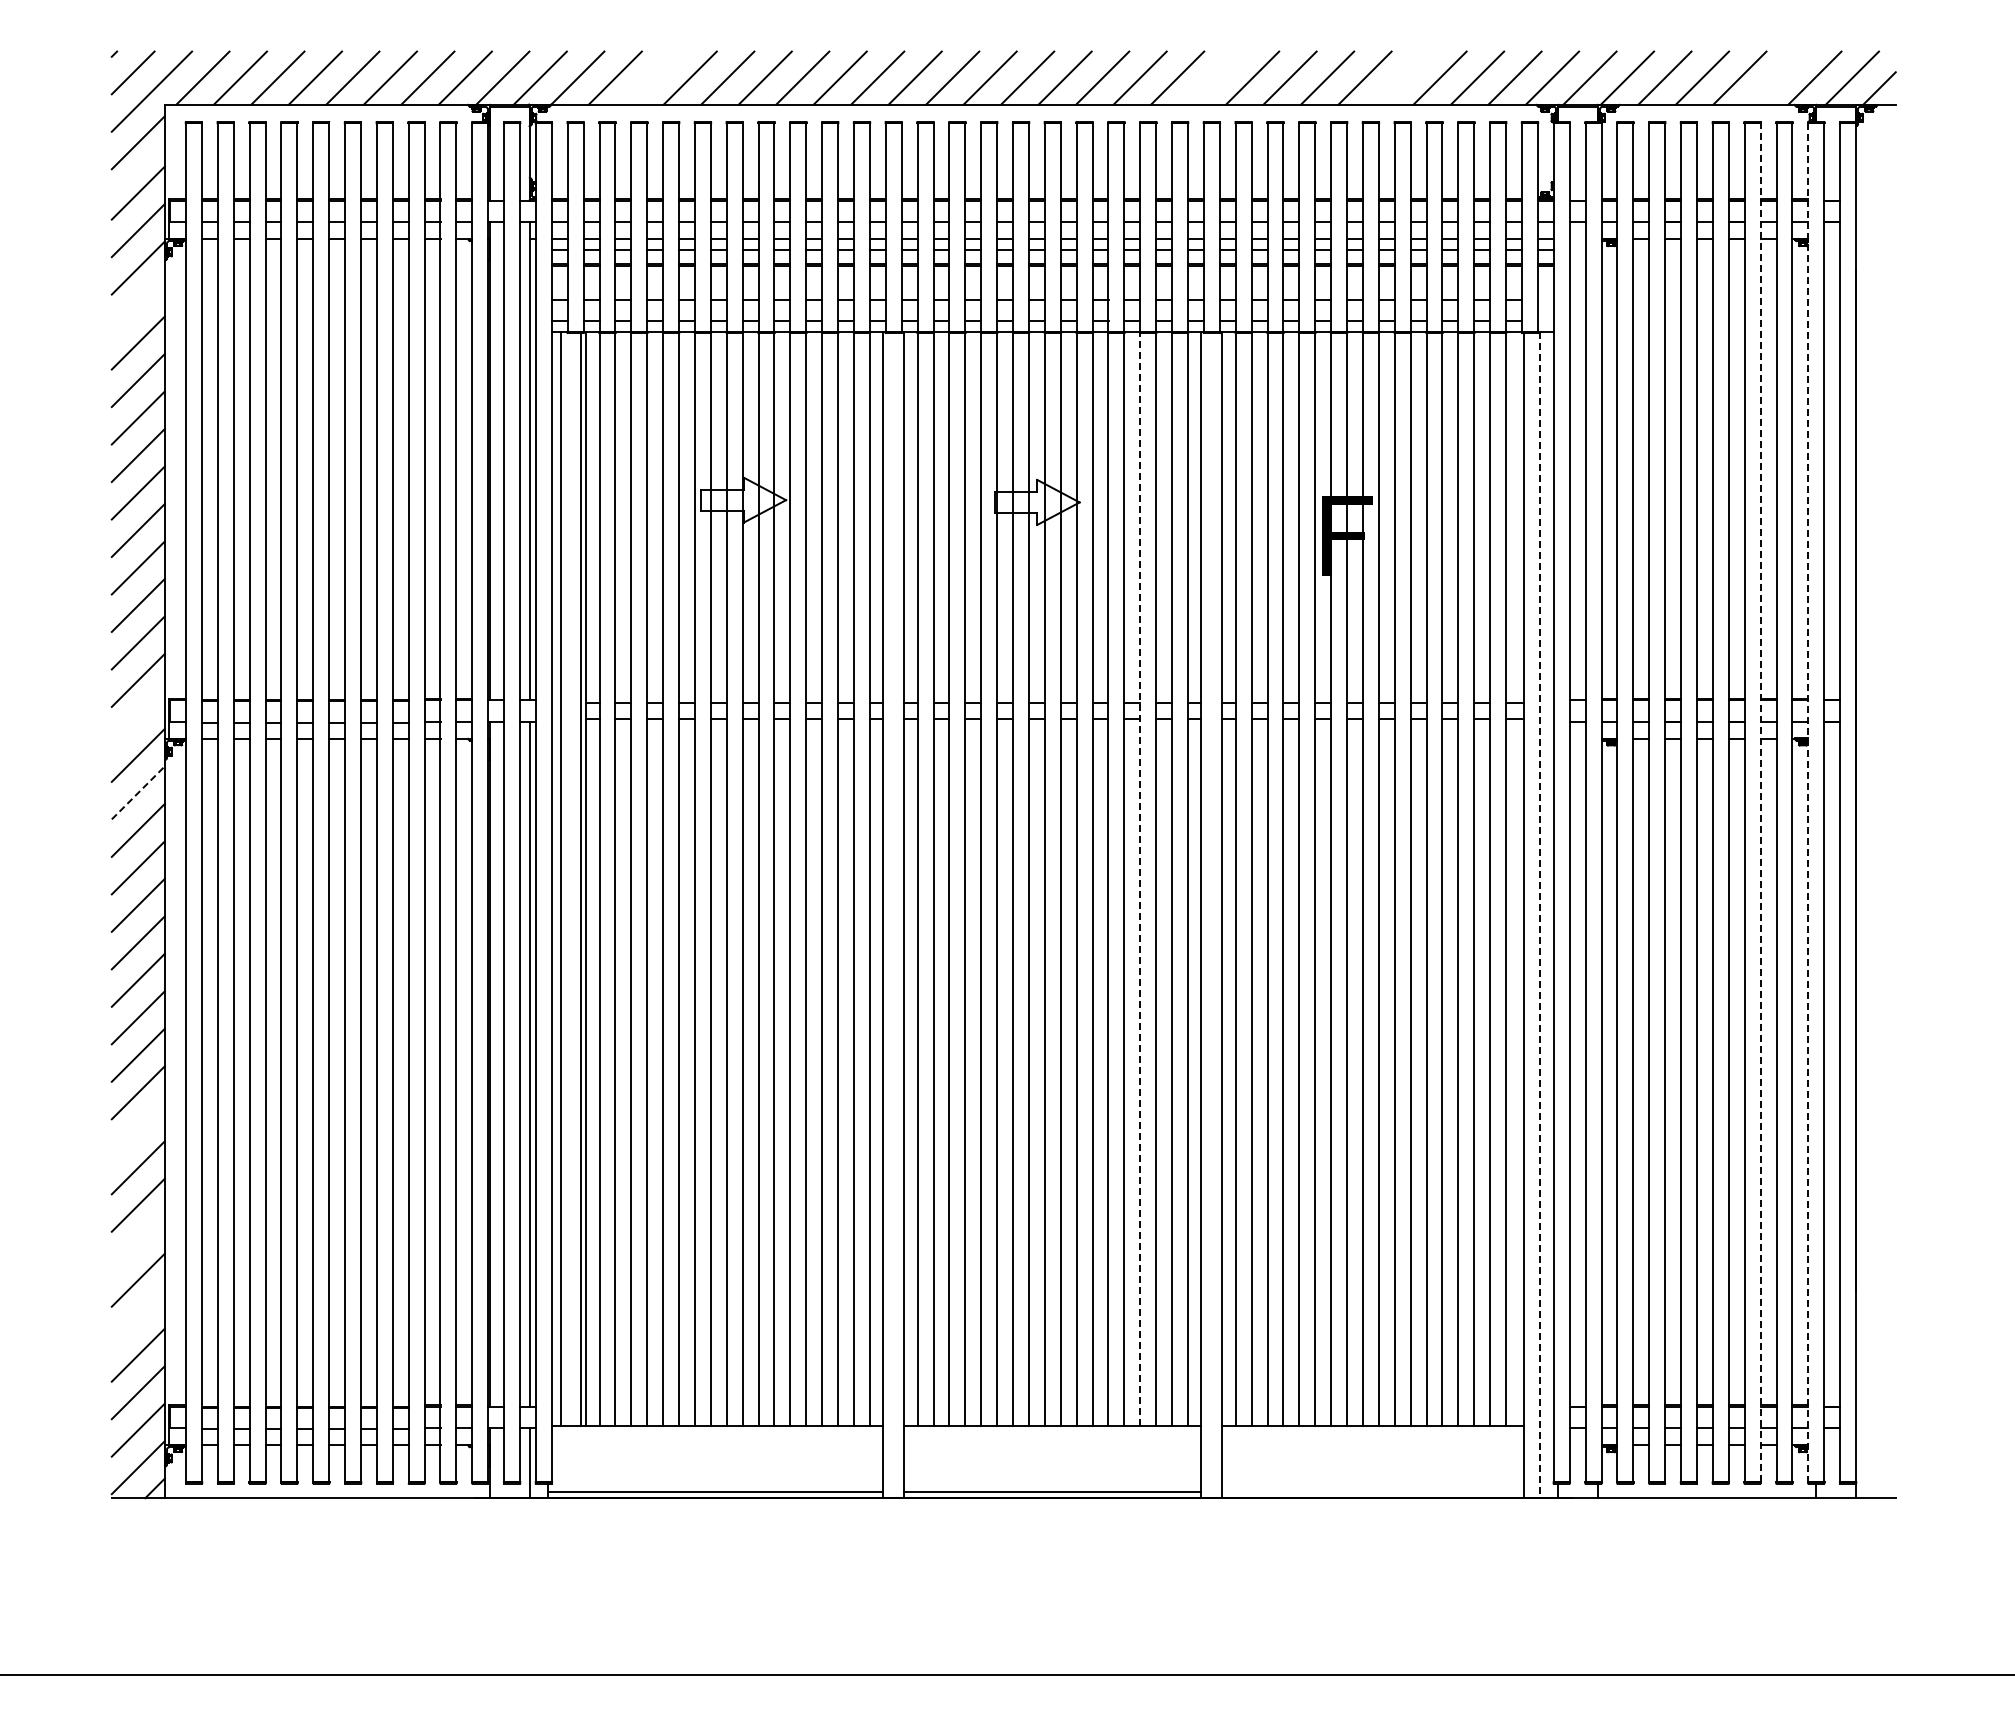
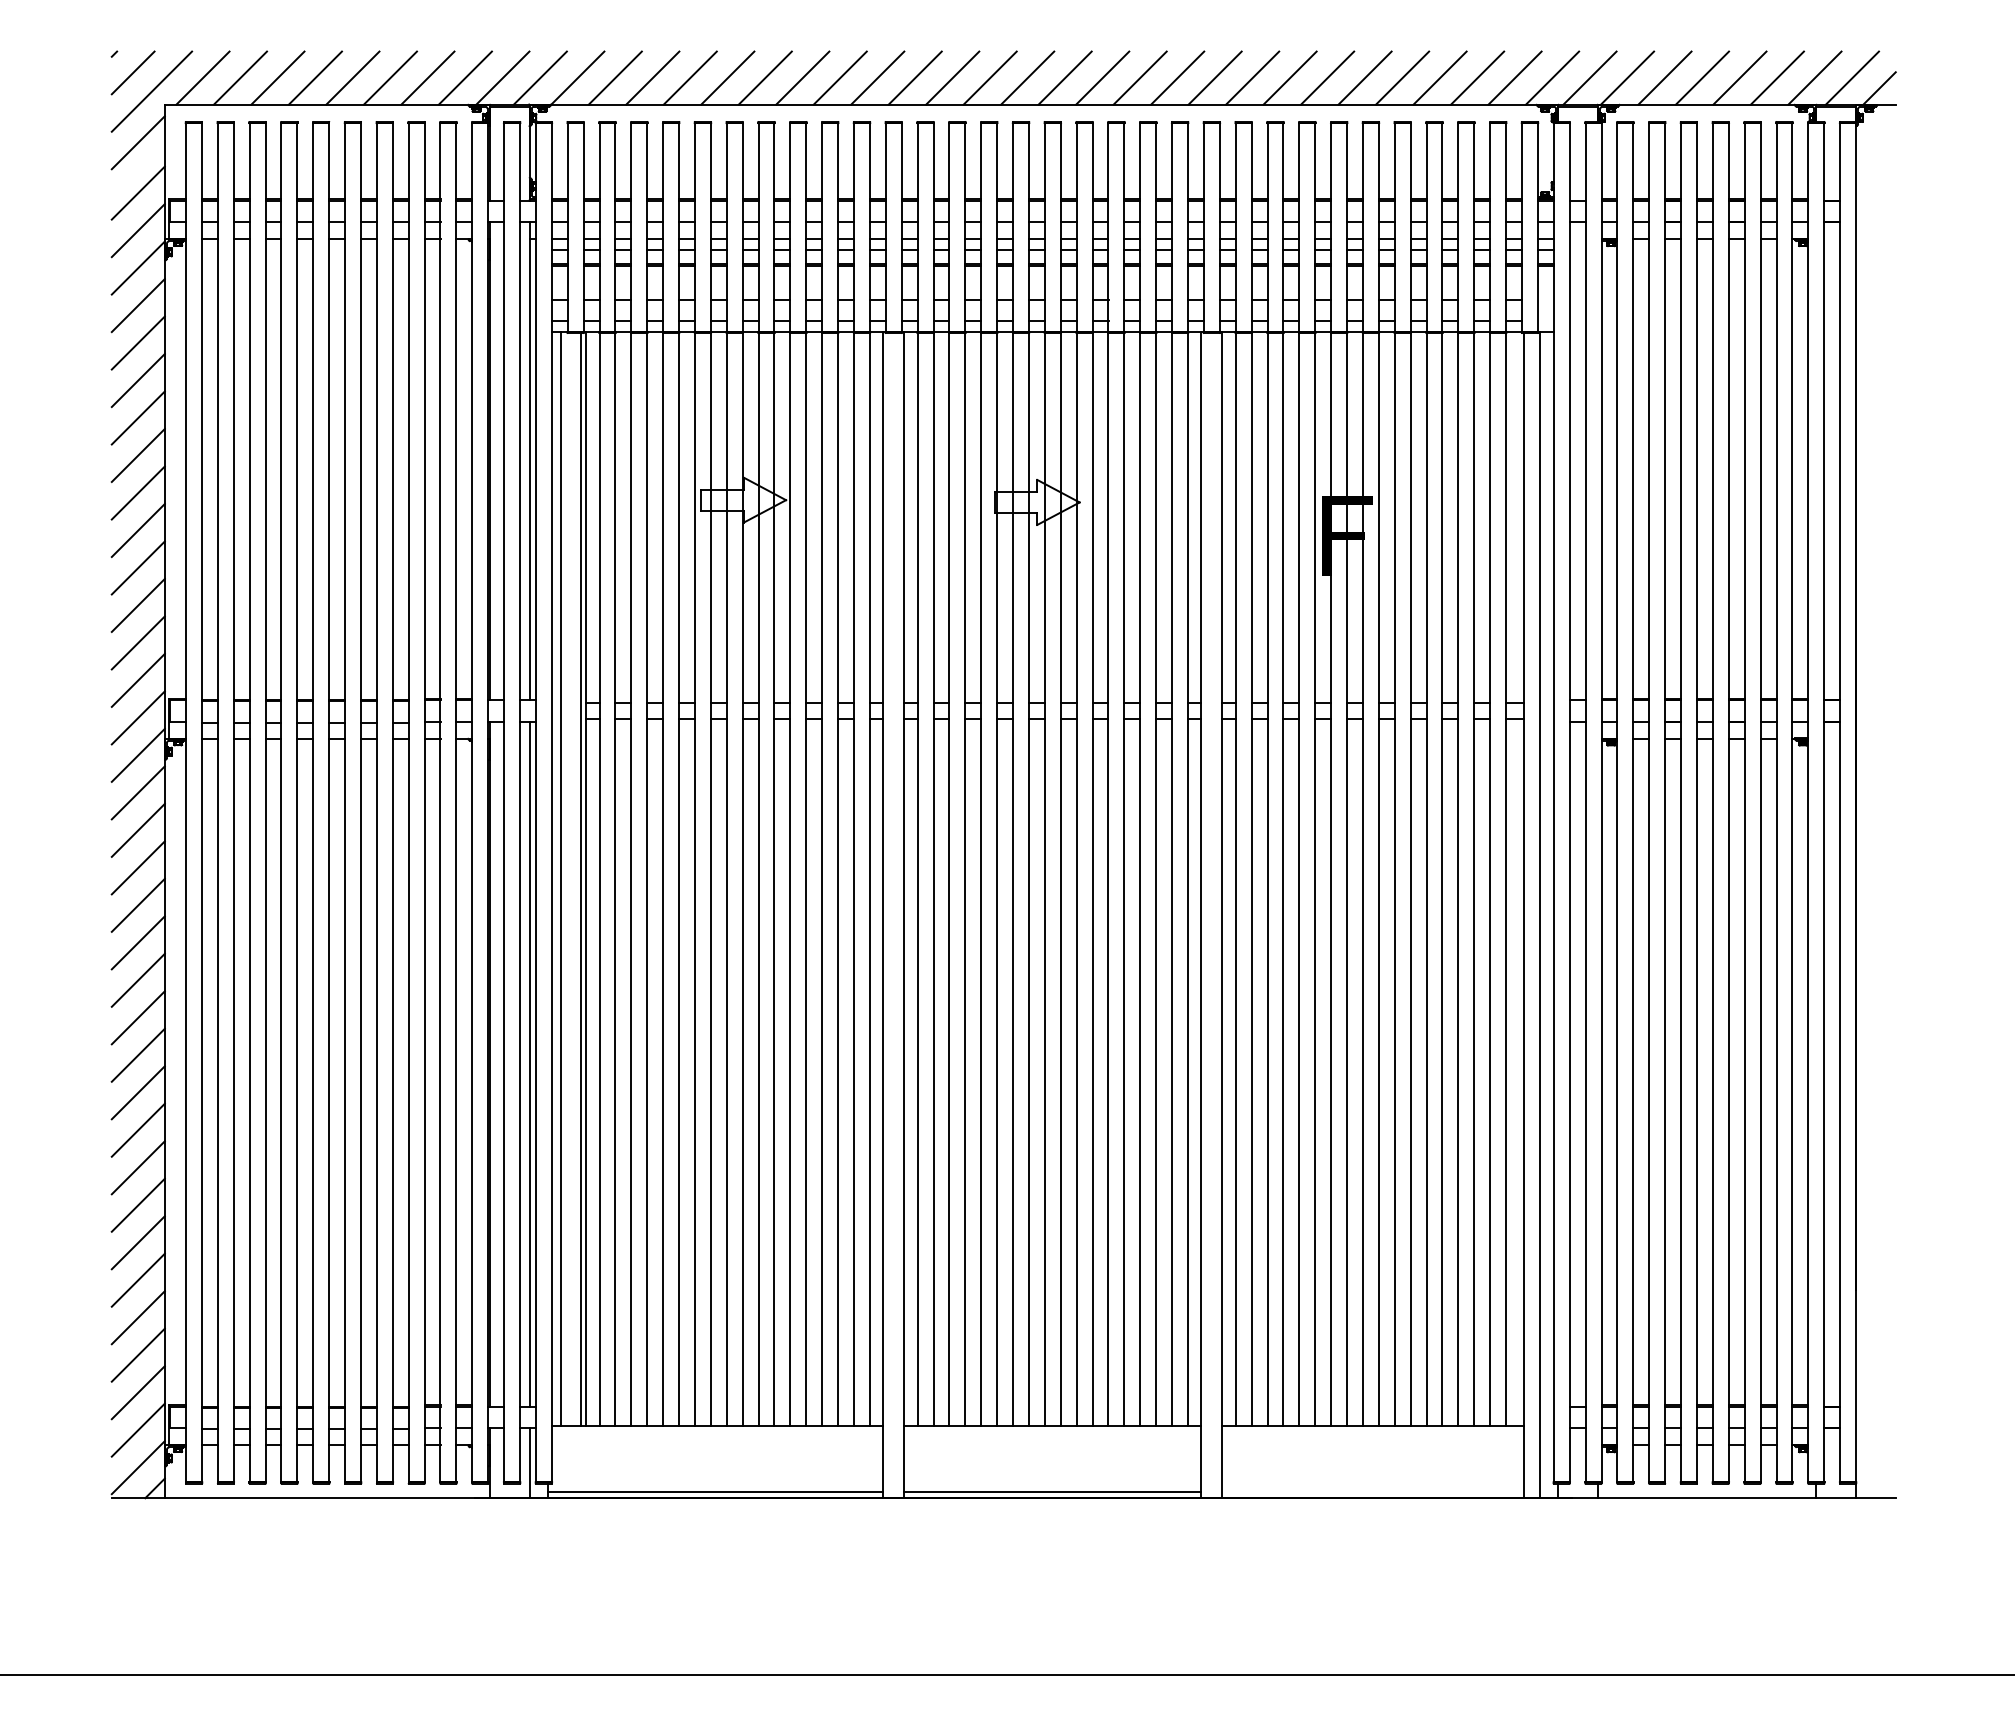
line at (652, 77): none -> present
line at (1214, 77): none -> present
line at (1402, 77): none -> present
line at (1776, 77): none -> present
line at (137, 305): none -> present
line at (137, 717): none -> present
line at (138, 792): dashed -> solid
line at (1760, 802): dashed -> solid
line at (1808, 802): dashed -> solid
line at (1140, 879): dashed -> solid
line at (1539, 915): dashed -> solid
line at (137, 1129): none -> present
line at (137, 1242): none -> present
line at (137, 1317): none -> present
